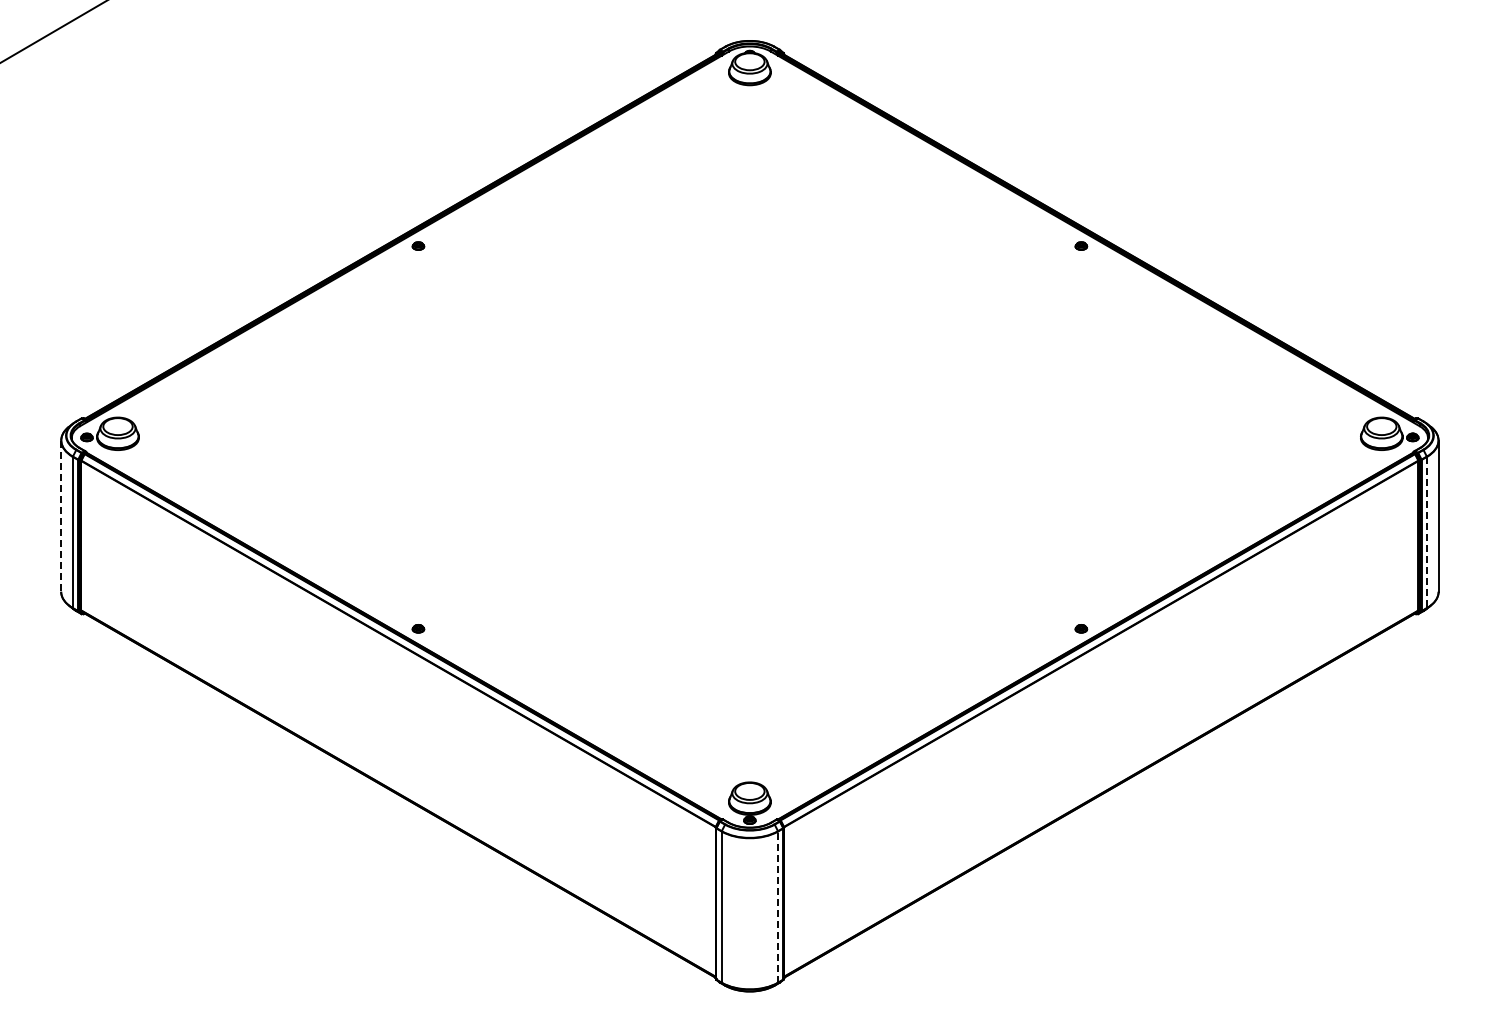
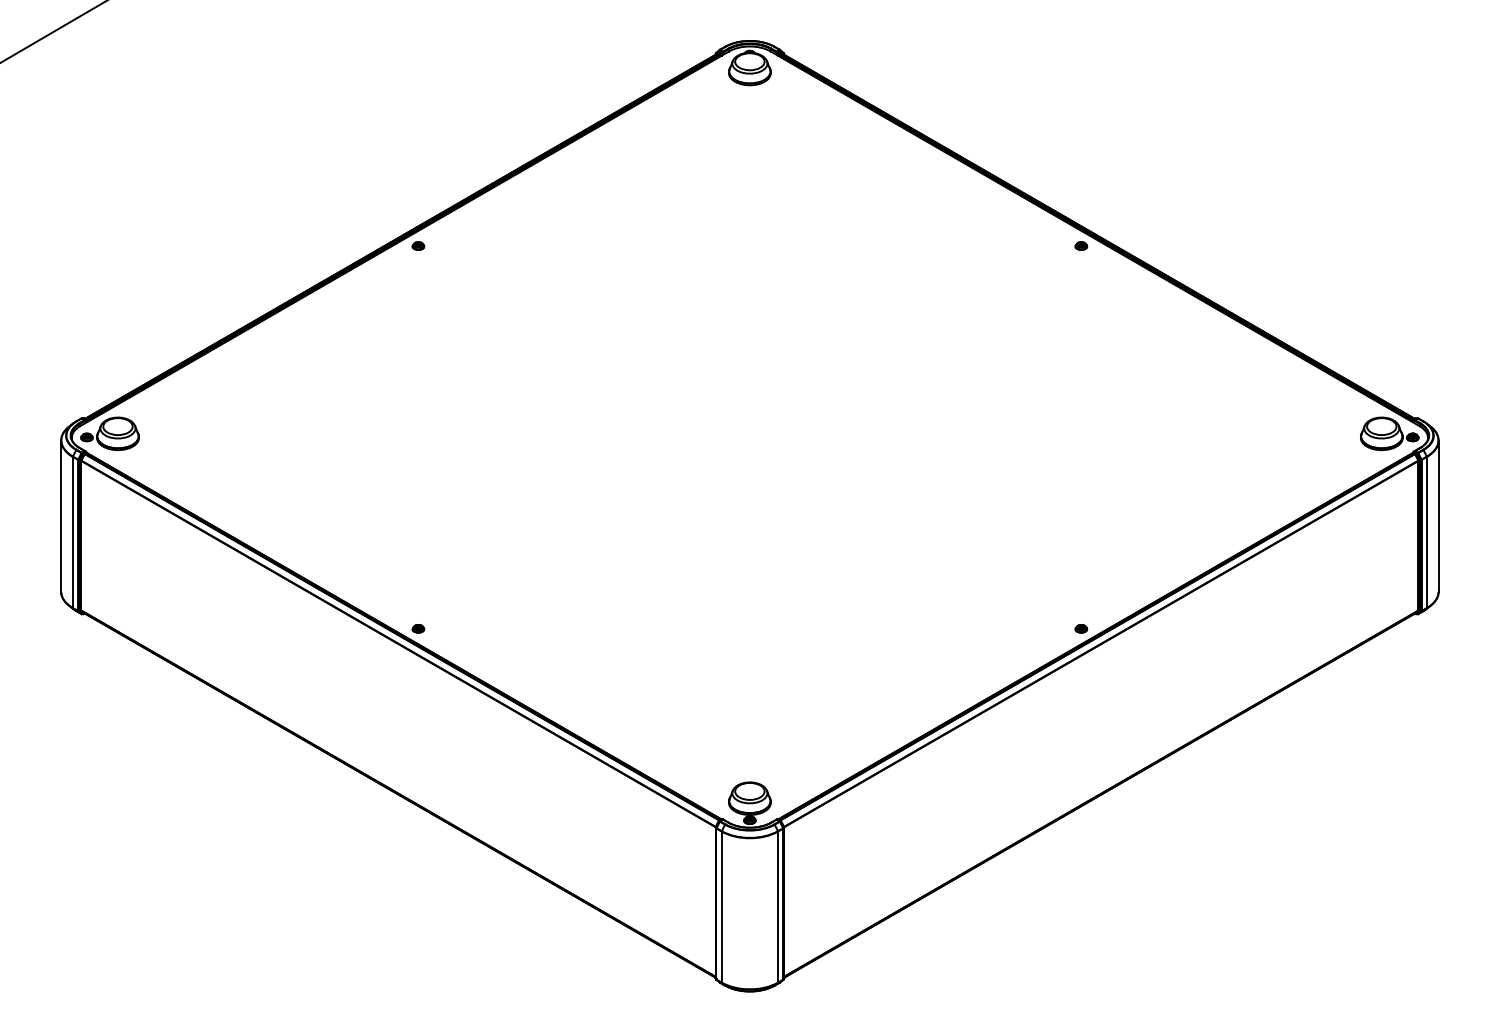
line at (61, 516): dashed -> solid
line at (1426, 532): dashed -> solid
line at (778, 907): dashed -> solid
